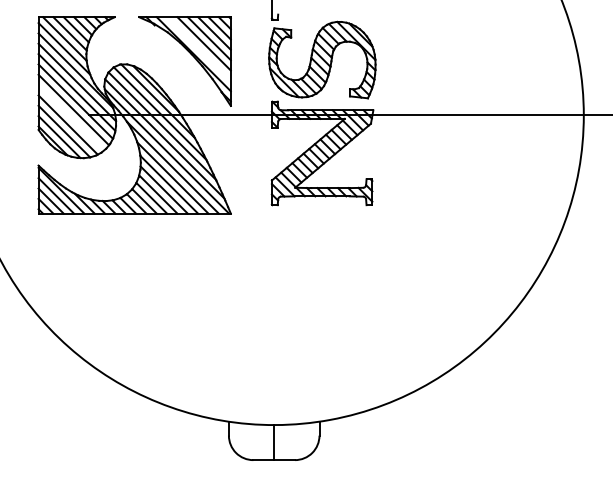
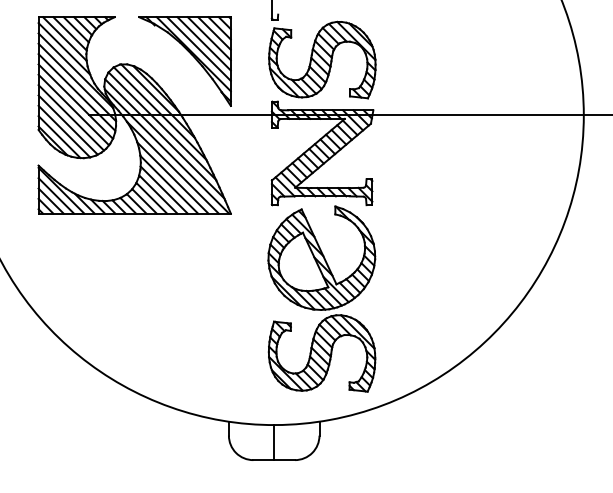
line at (198, 48): none -> present
line at (71, 117): none -> present
part at (321, 298): none -> present
